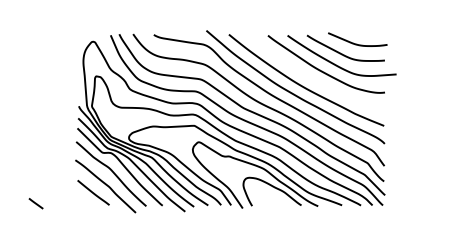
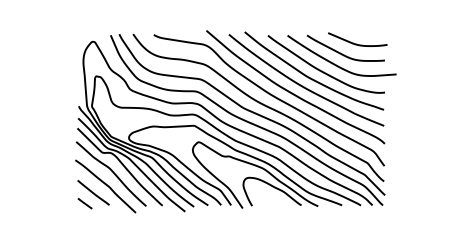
curve at (309, 76): none -> present
line at (35, 203) position: (35, 203) -> (84, 203)
